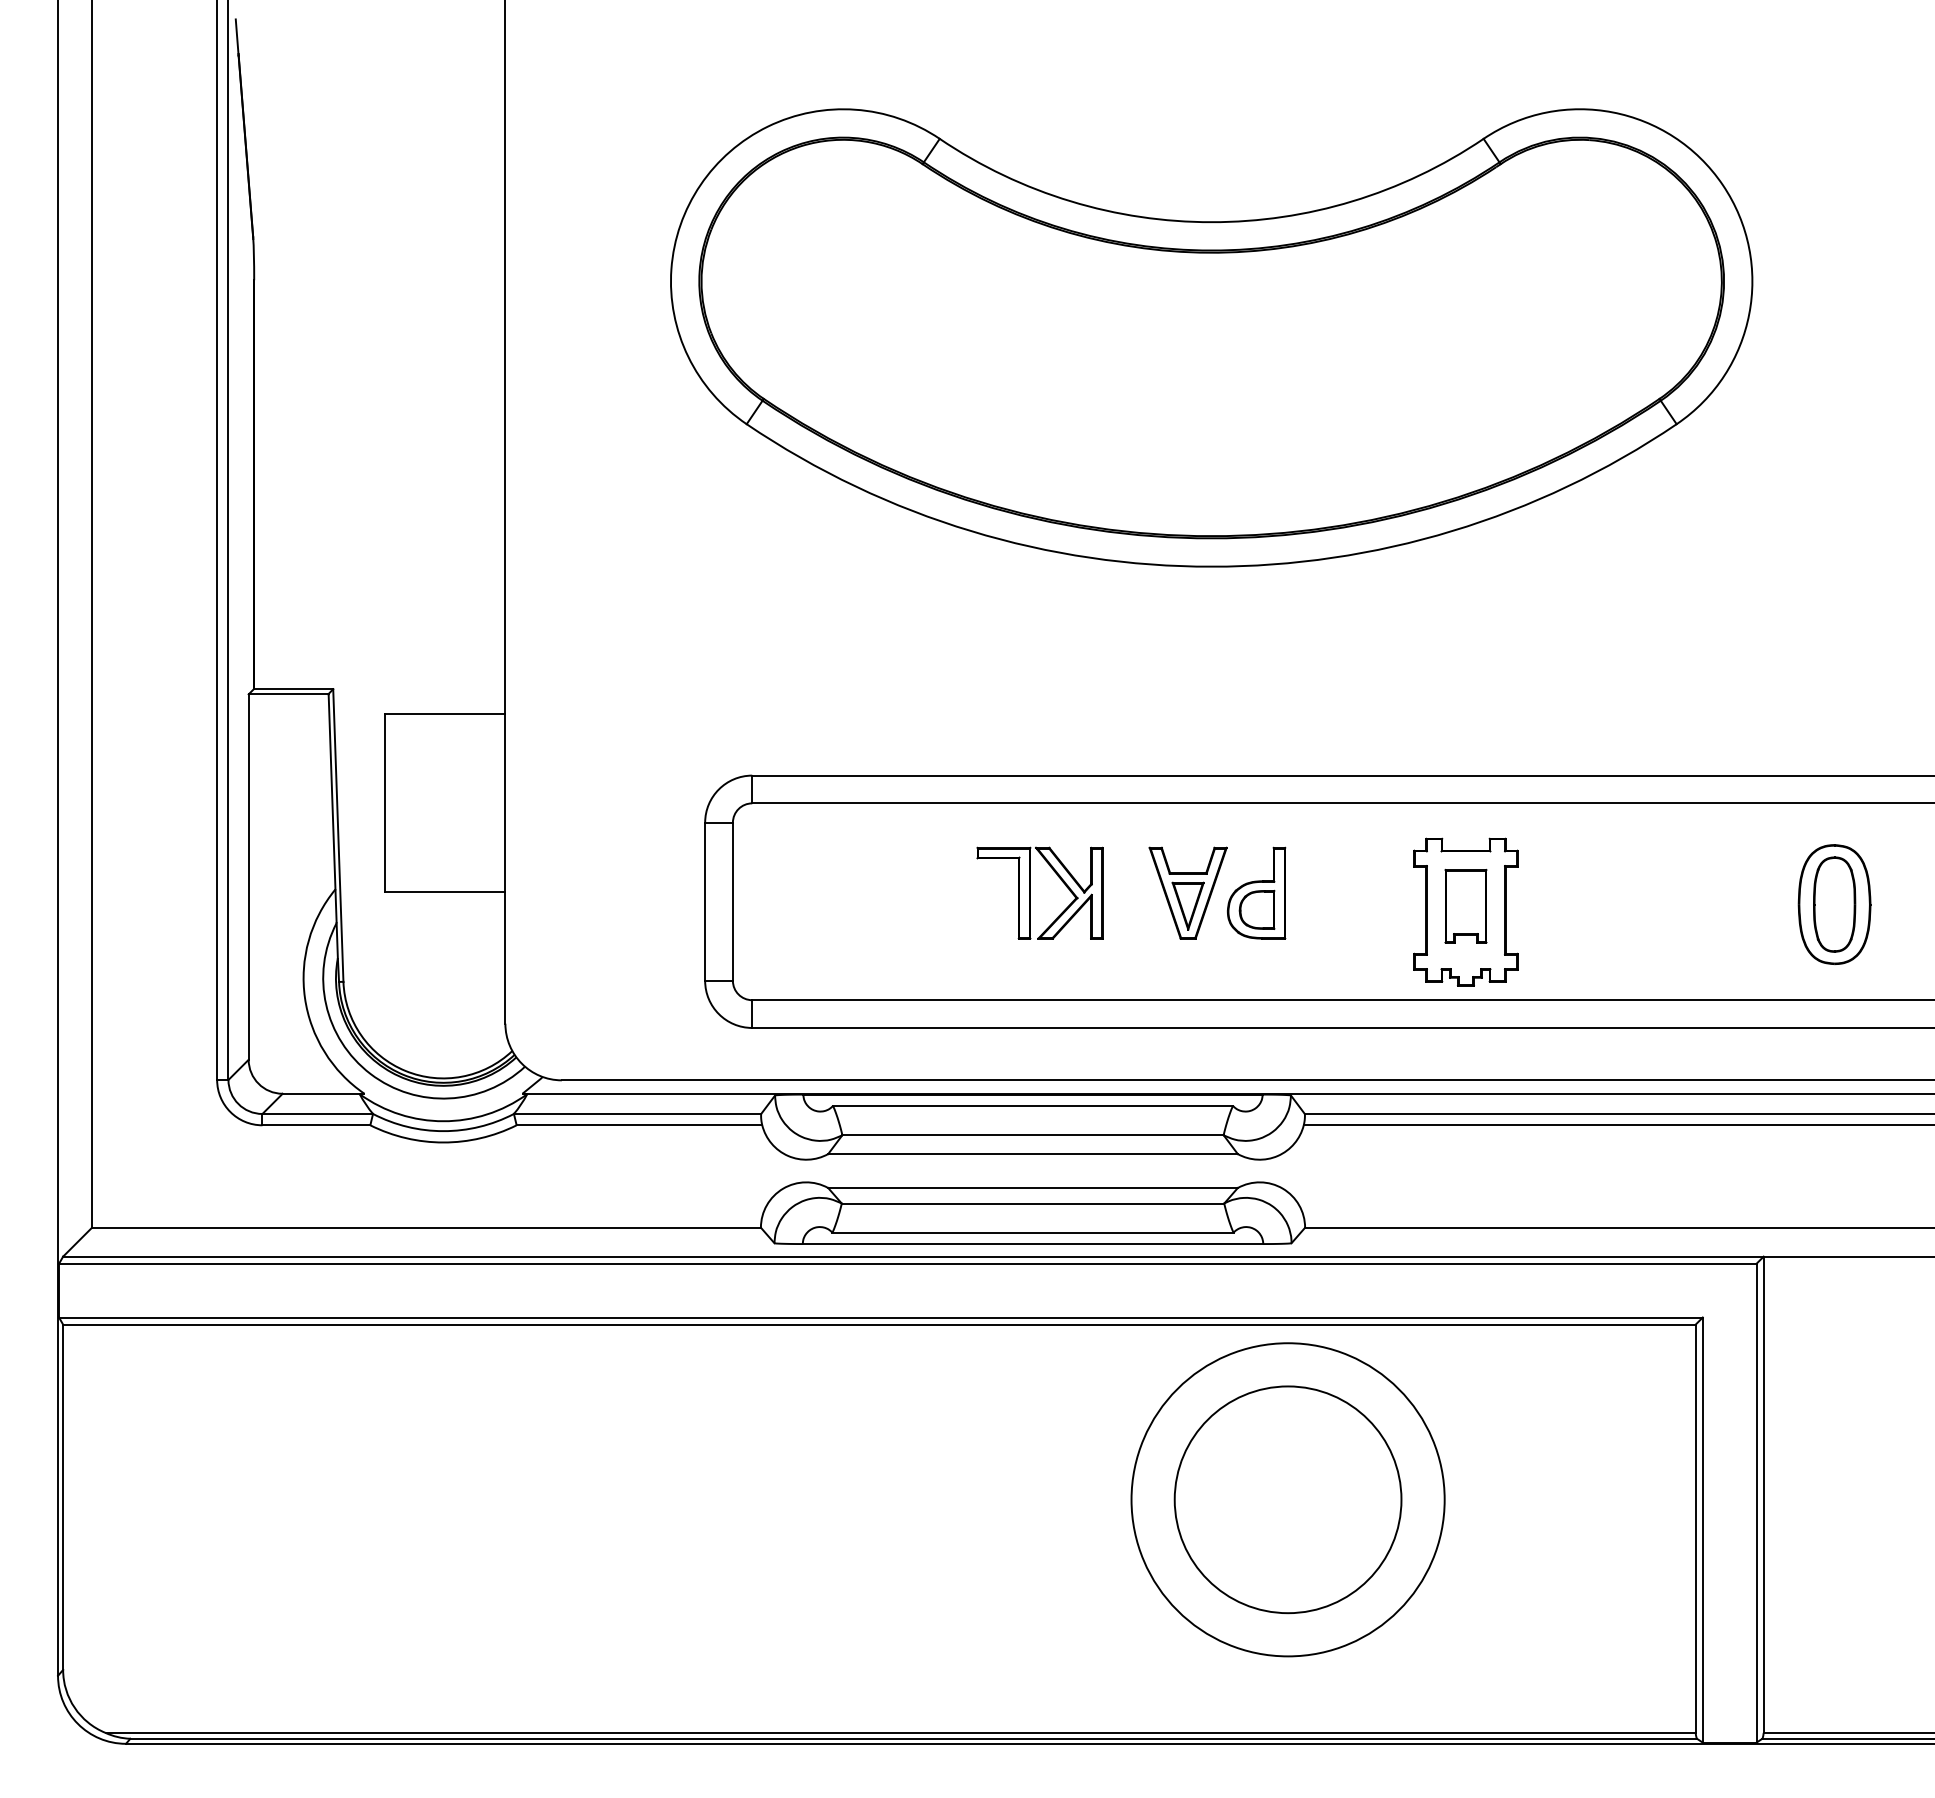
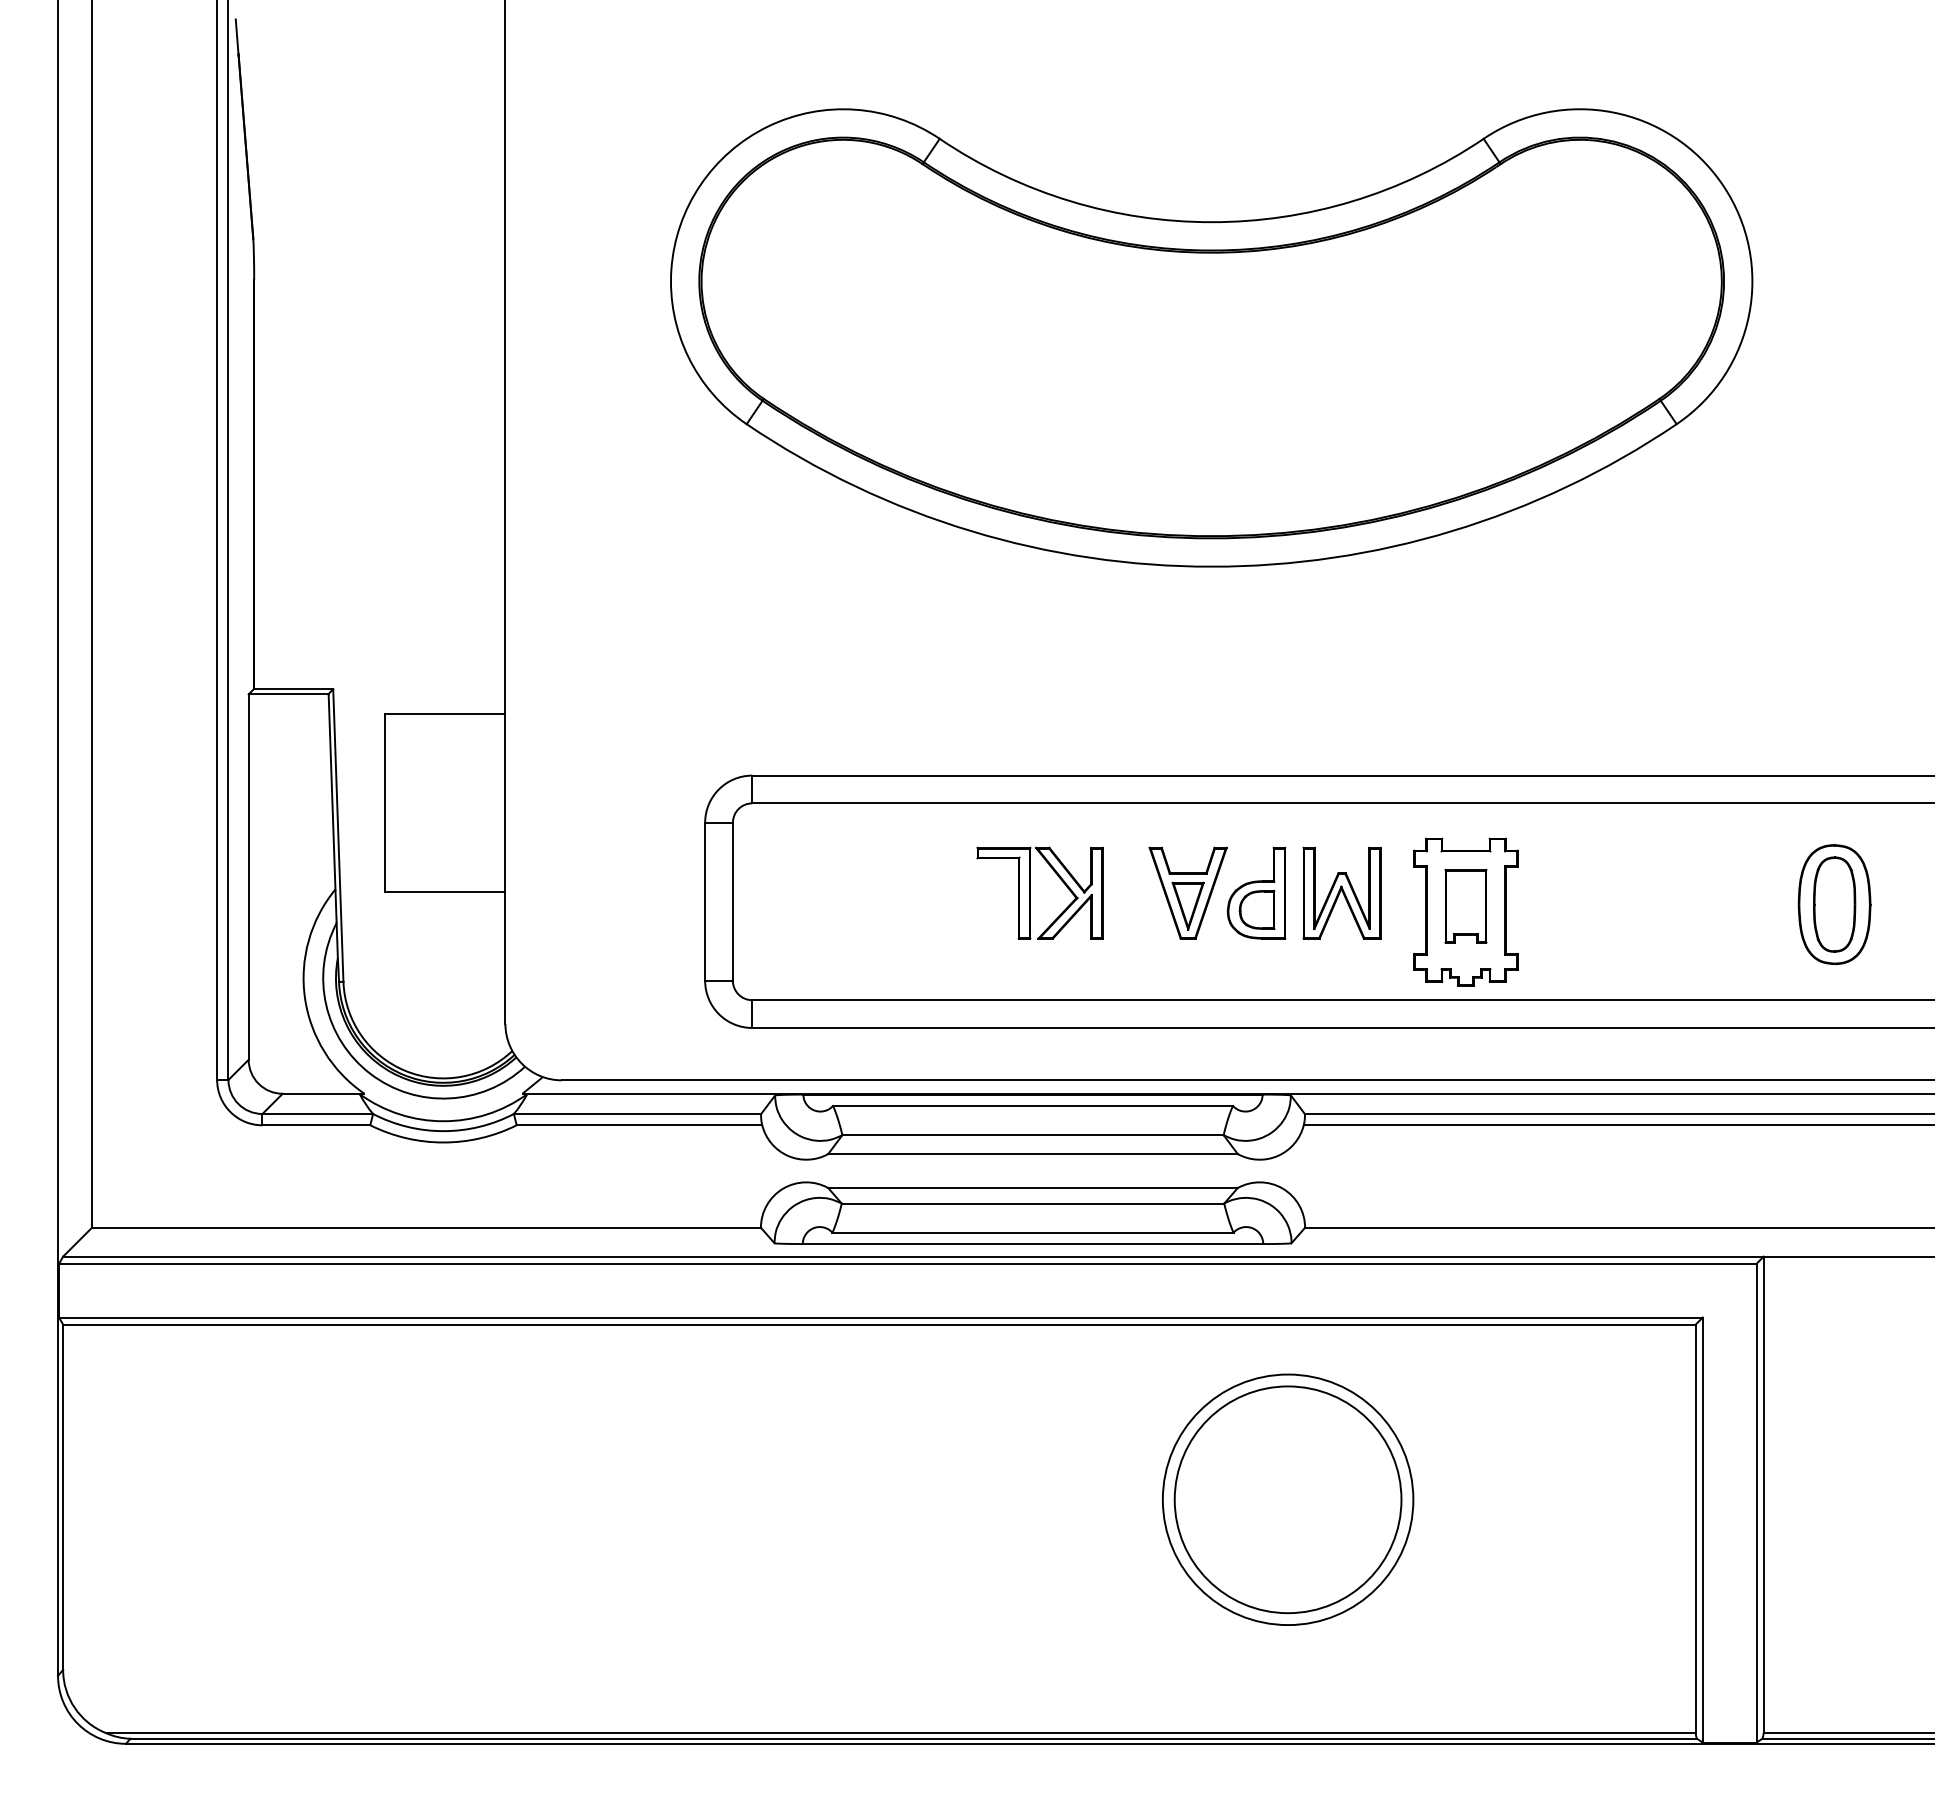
part at (1341, 892): none -> present
circle at (1287, 1499) diameter: 313 px -> 251 px
